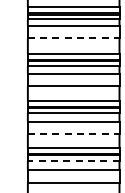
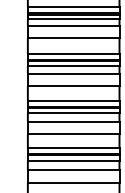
line at (73, 37): dashed -> solid
line at (73, 134): dashed -> solid
line at (73, 160): dashed -> solid
